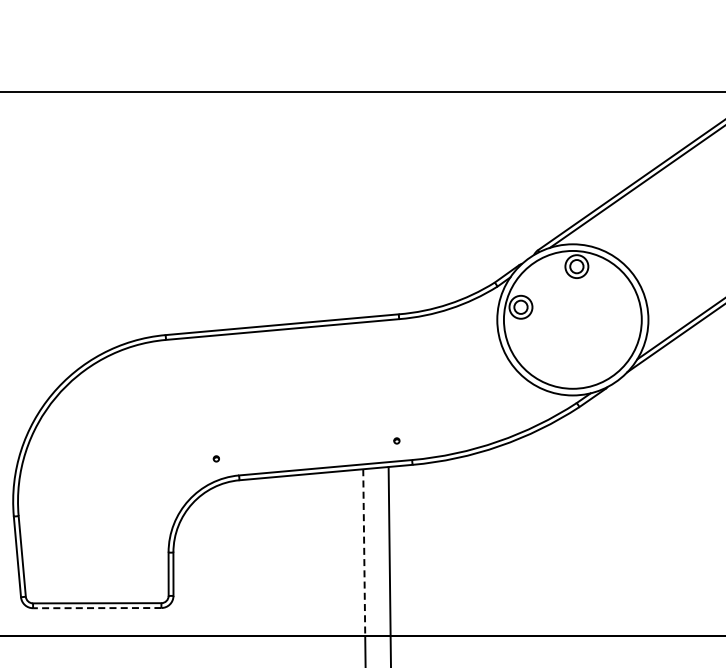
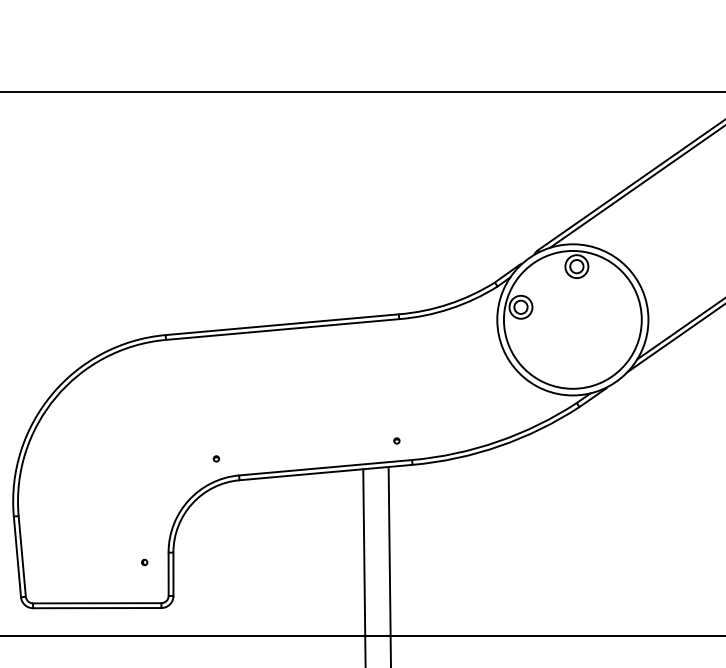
line at (364, 553): dashed -> solid
part at (144, 562): none -> present
line at (96, 608): dashed -> solid
